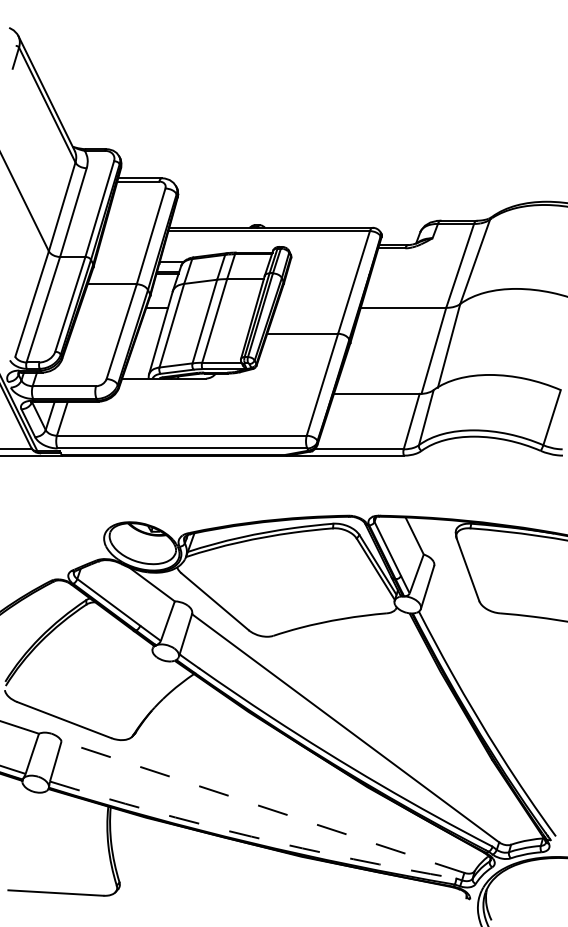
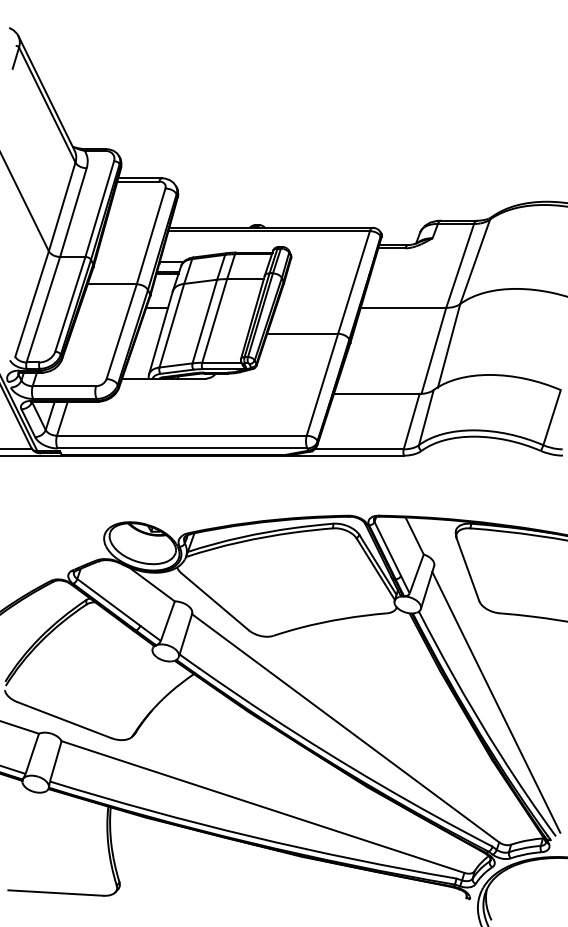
line at (496, 701): none -> present
line at (263, 807): dashed -> solid
arc at (251, 836): dashed -> solid
